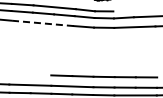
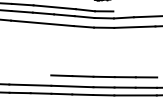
line at (41, 23): dashed -> solid
